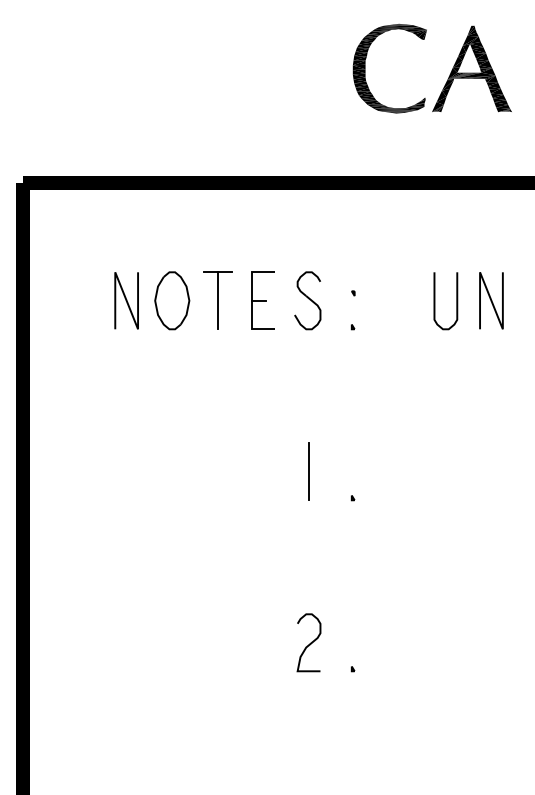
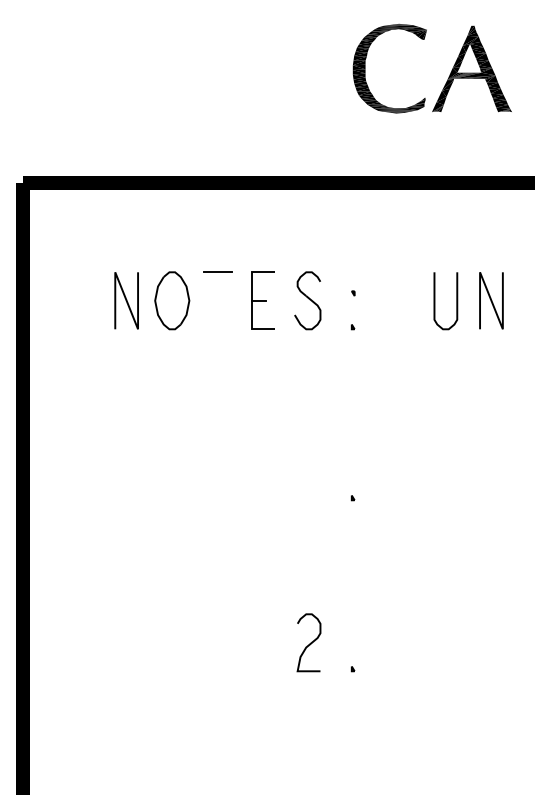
line at (217, 300): present -> none
line at (309, 471): present -> none
